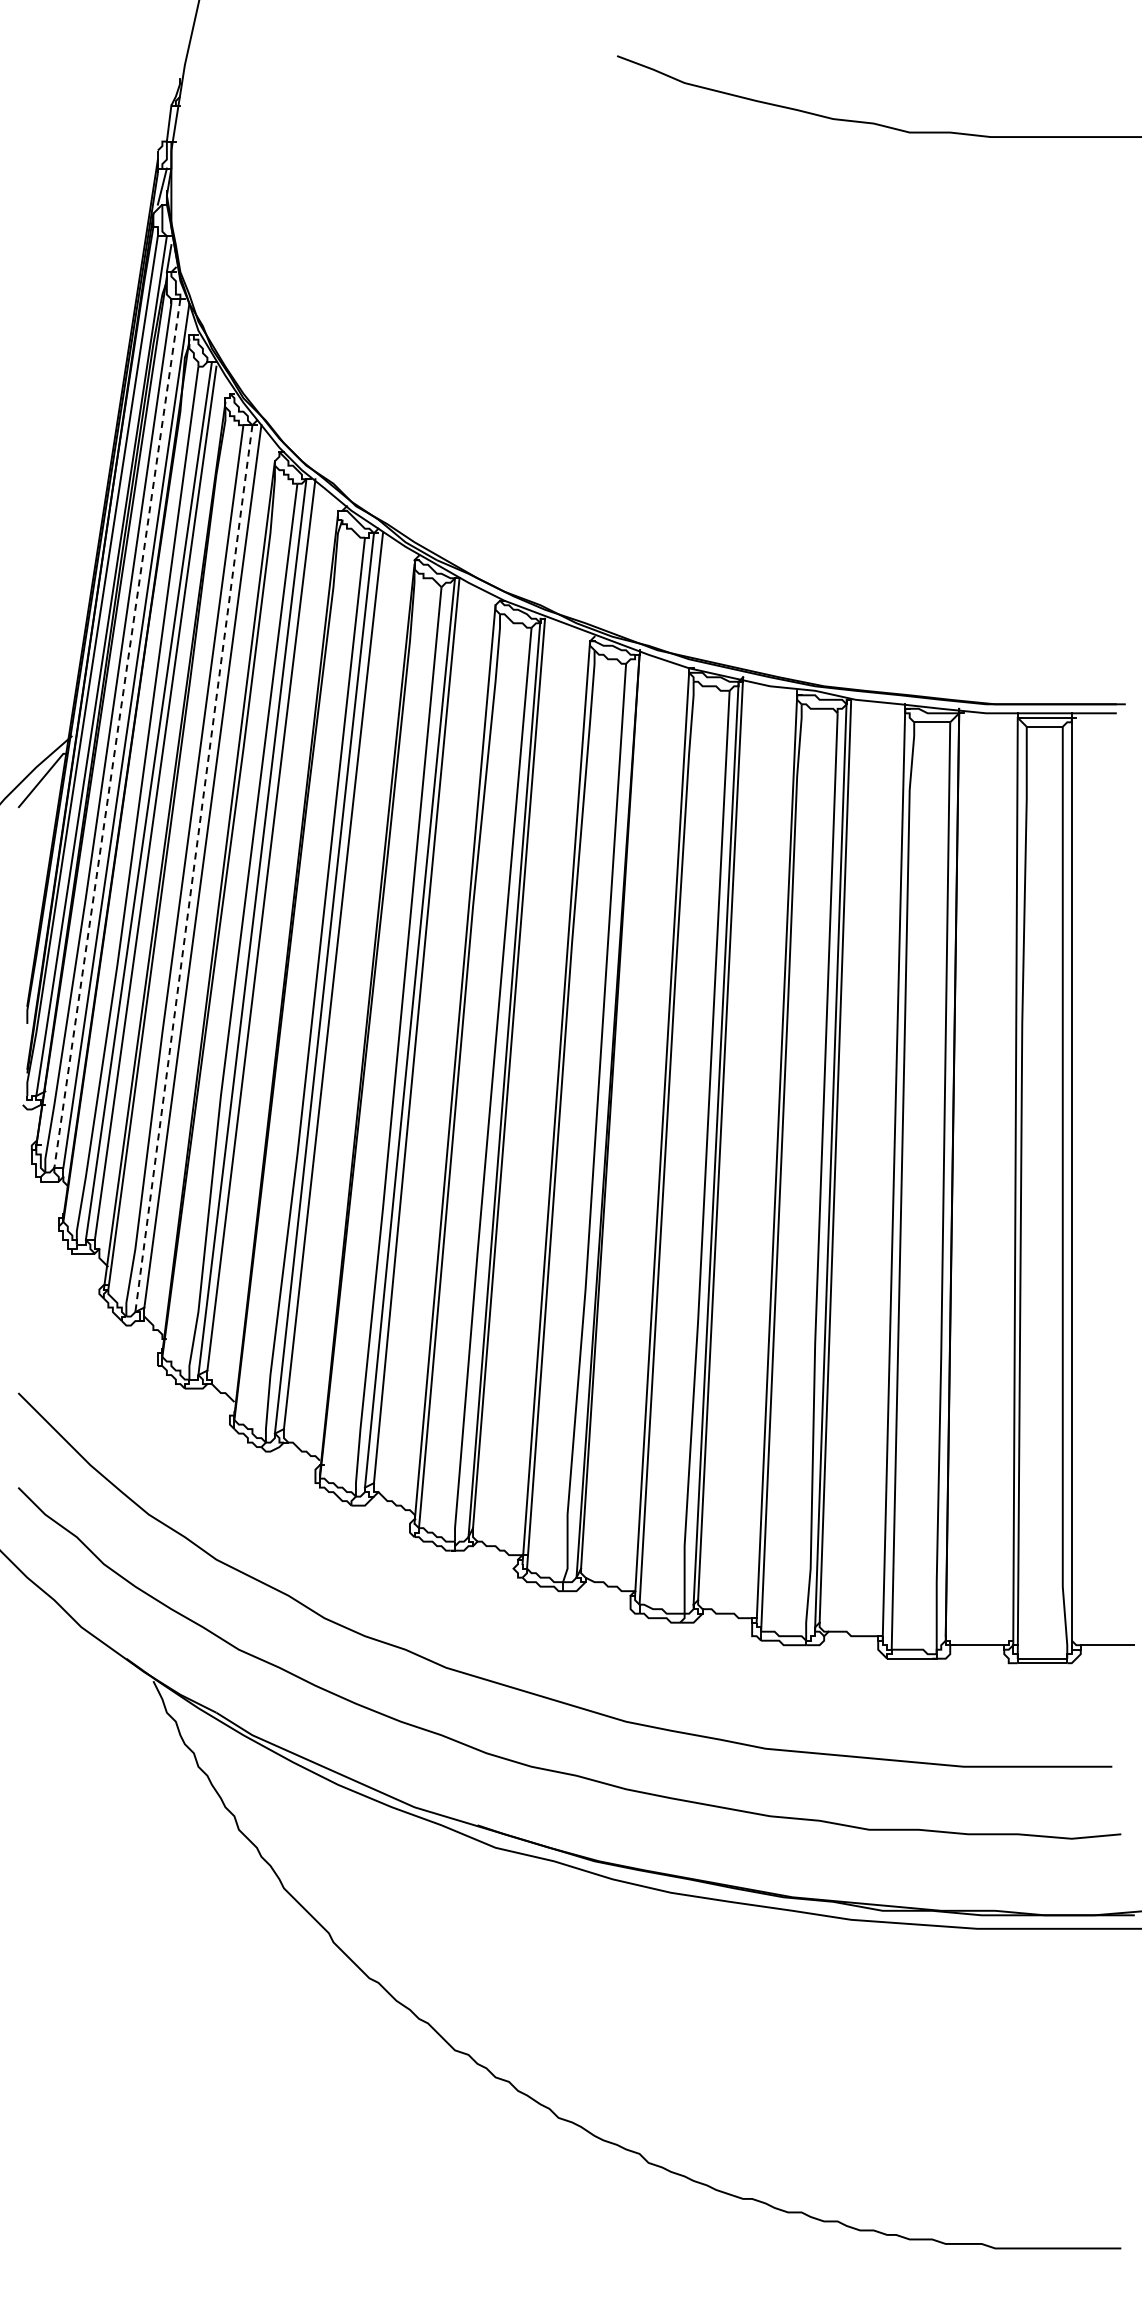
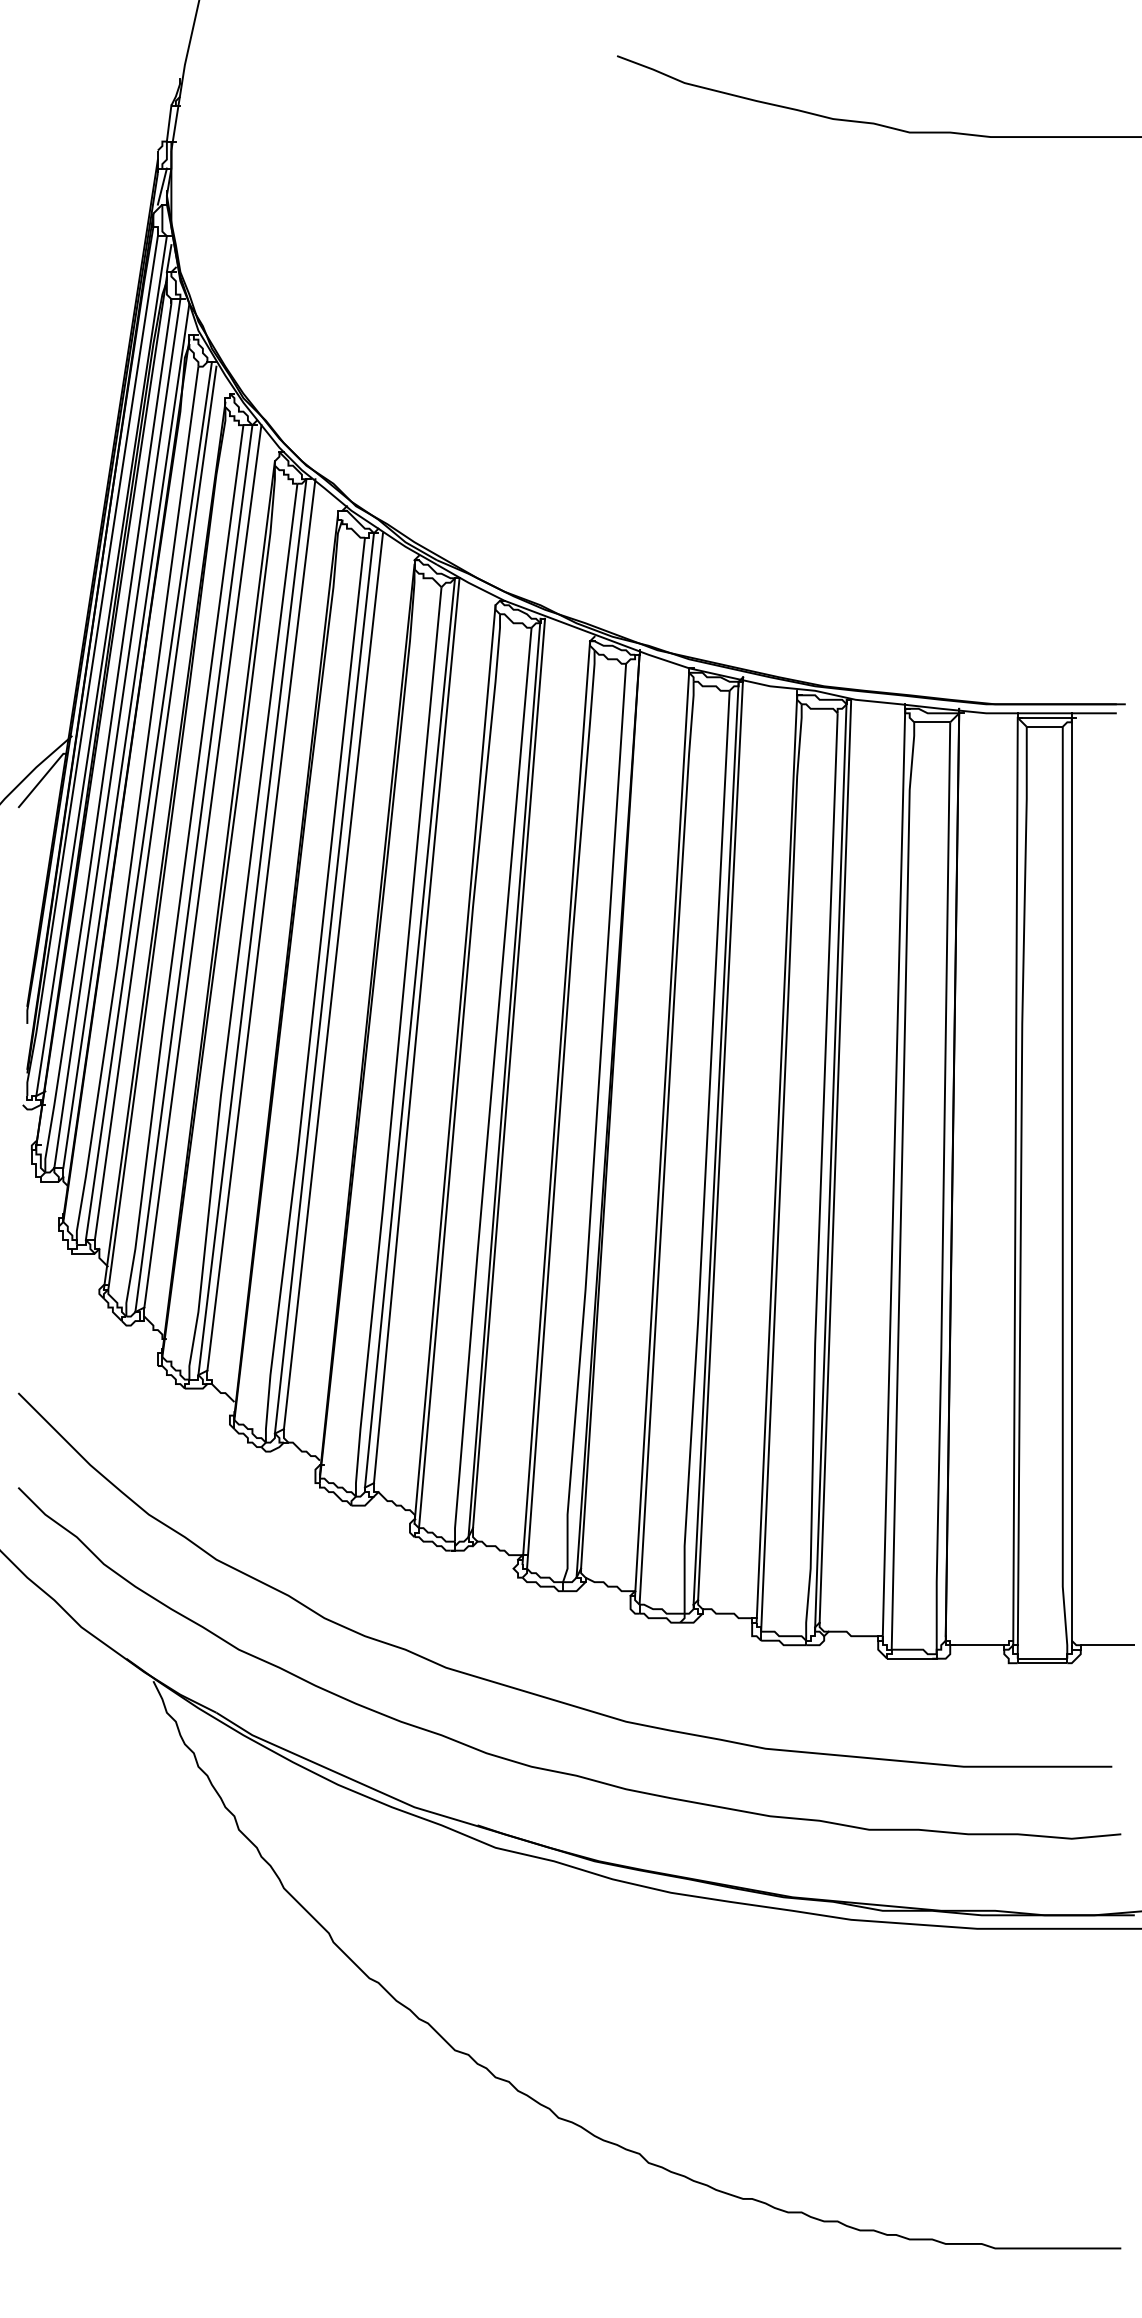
line at (117, 733): dashed -> solid
line at (193, 869): dashed -> solid
